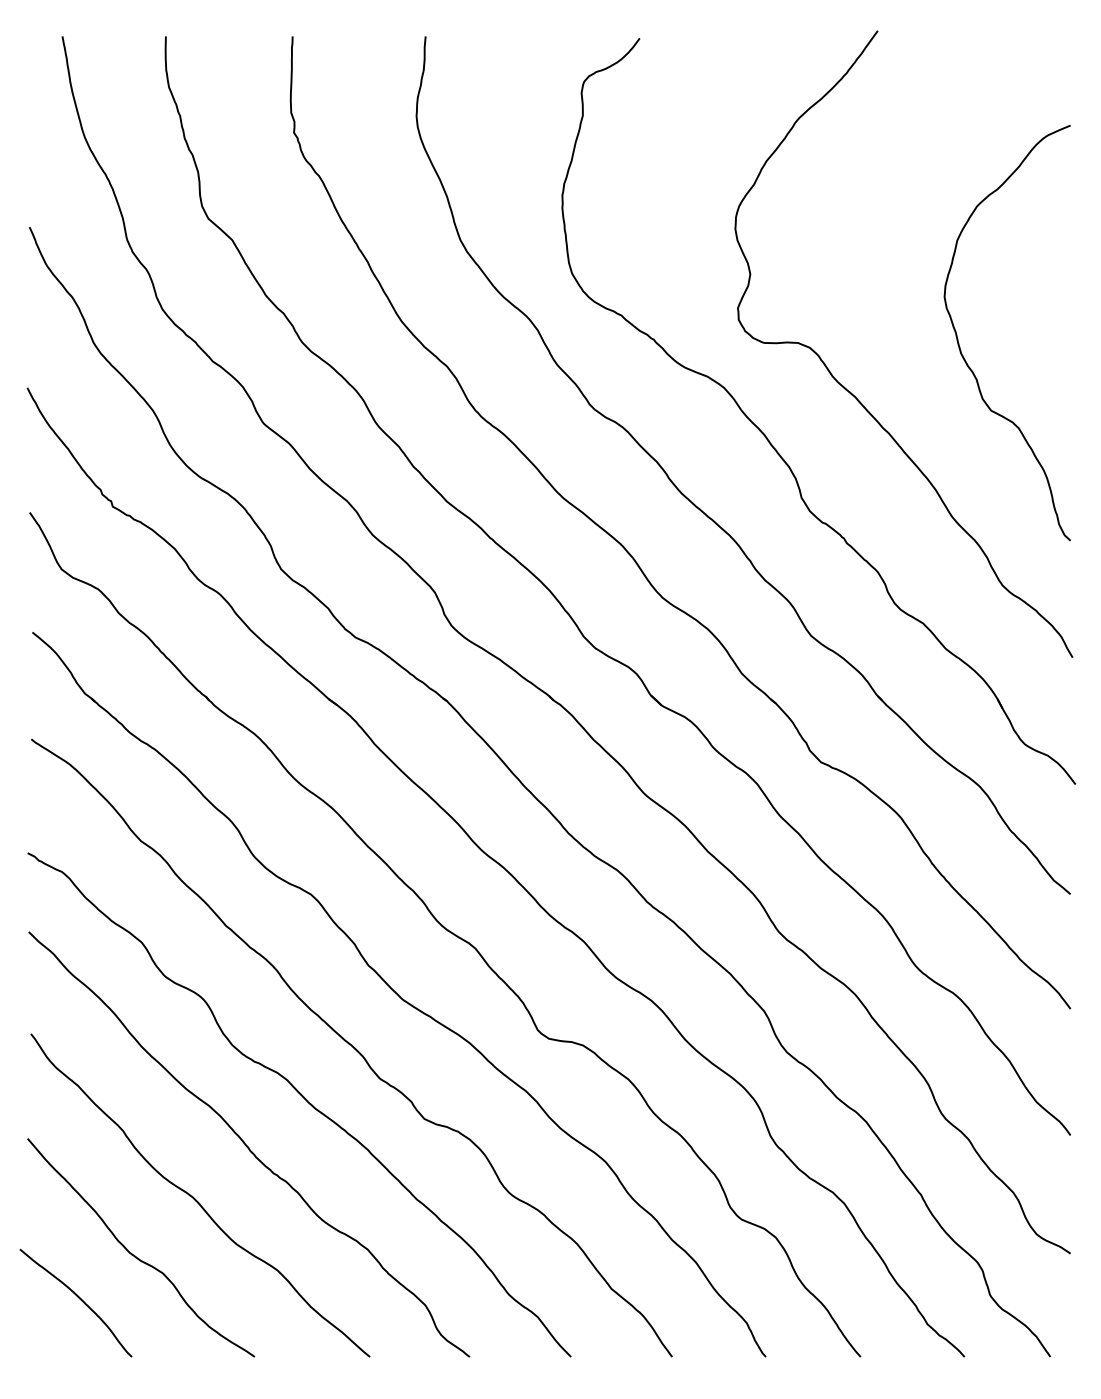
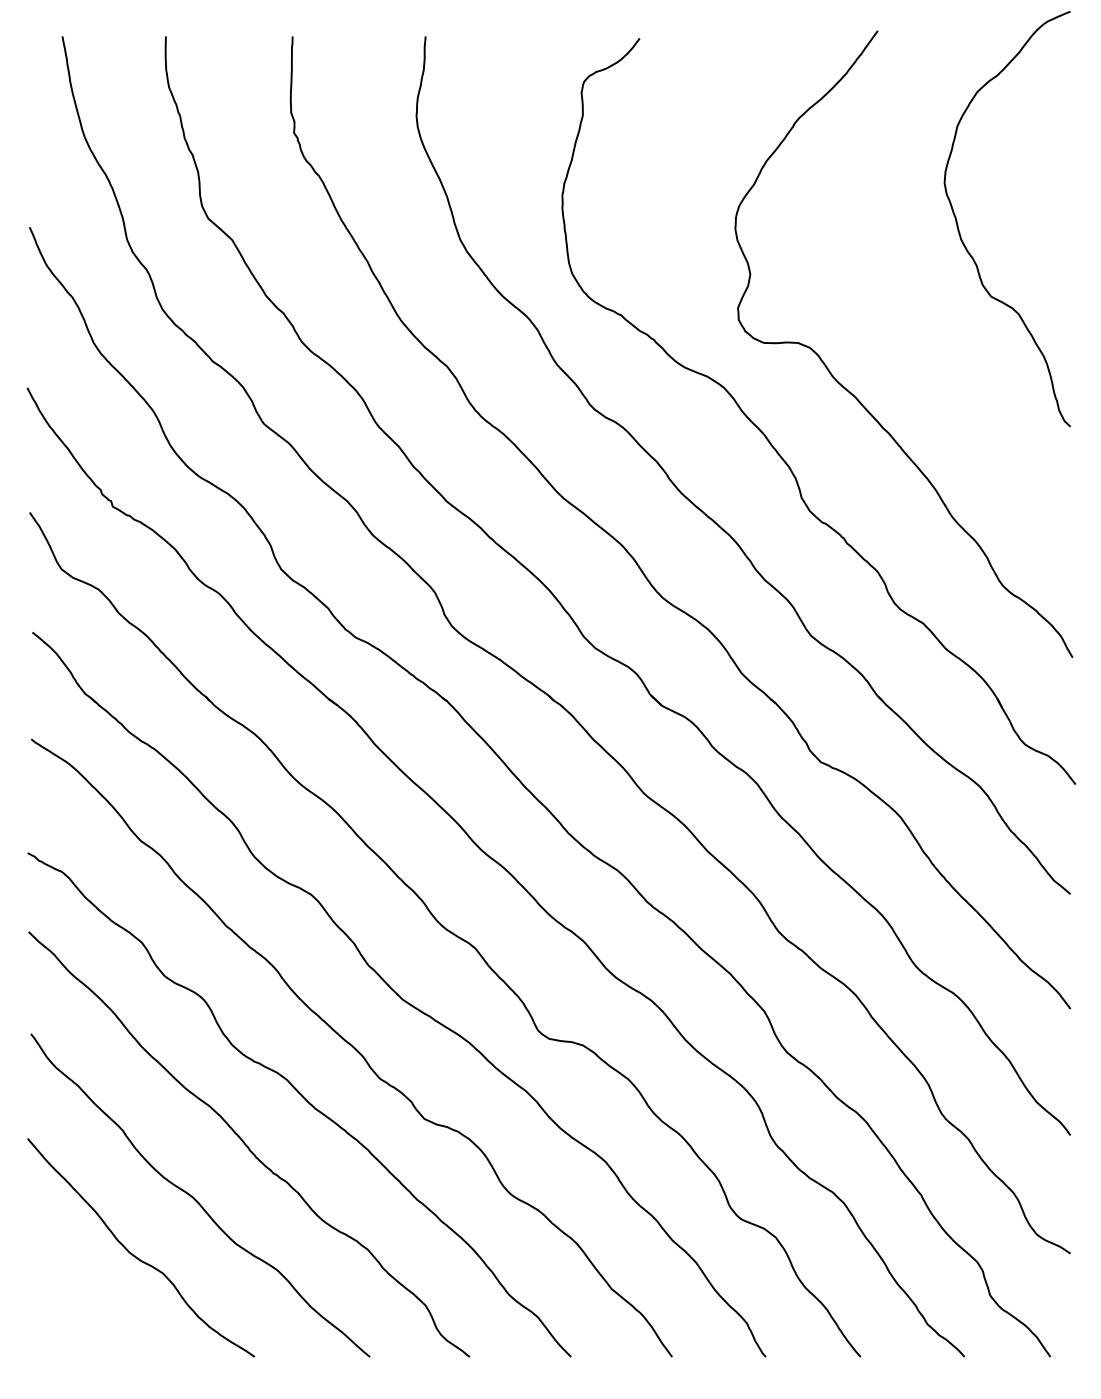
curve at (960, 346) position: (960, 346) -> (960, 232)
curve at (78, 1298): present -> none
